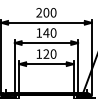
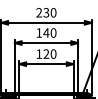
text at (46, 12): 200 -> 230
